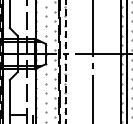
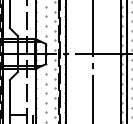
line at (66, 62): dashed -> solid
